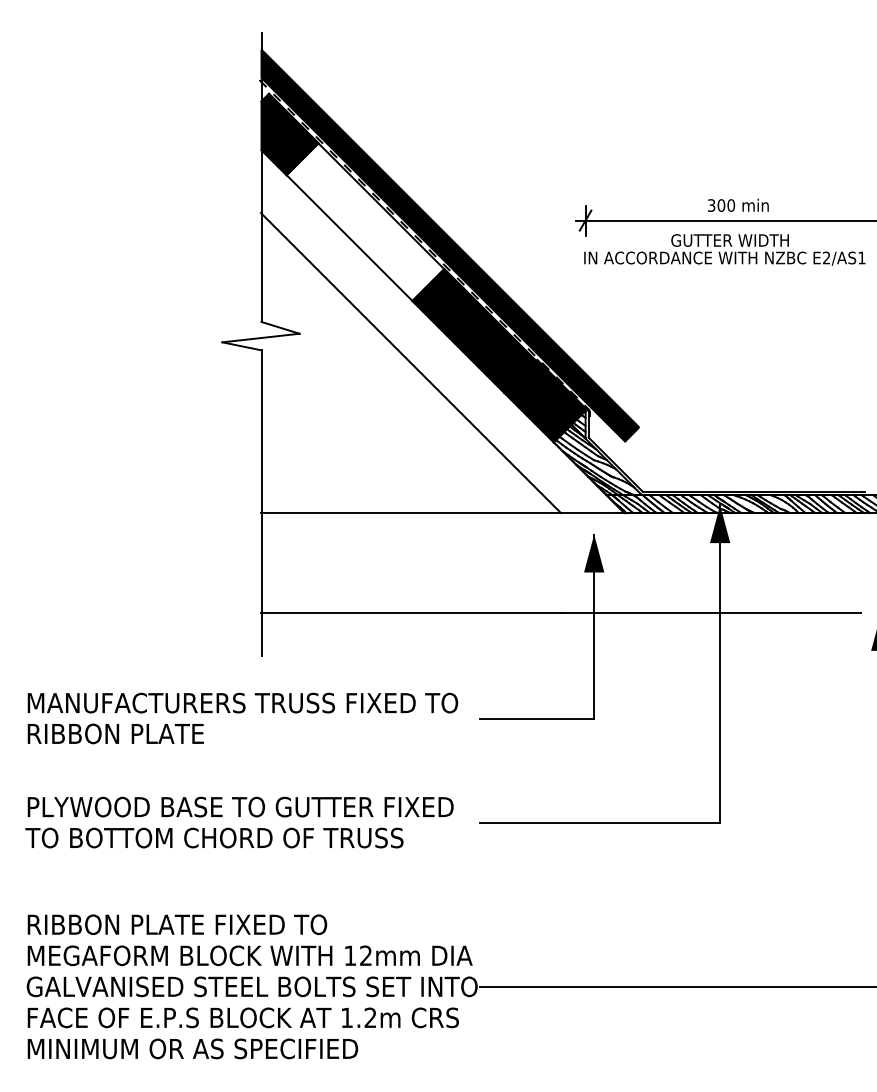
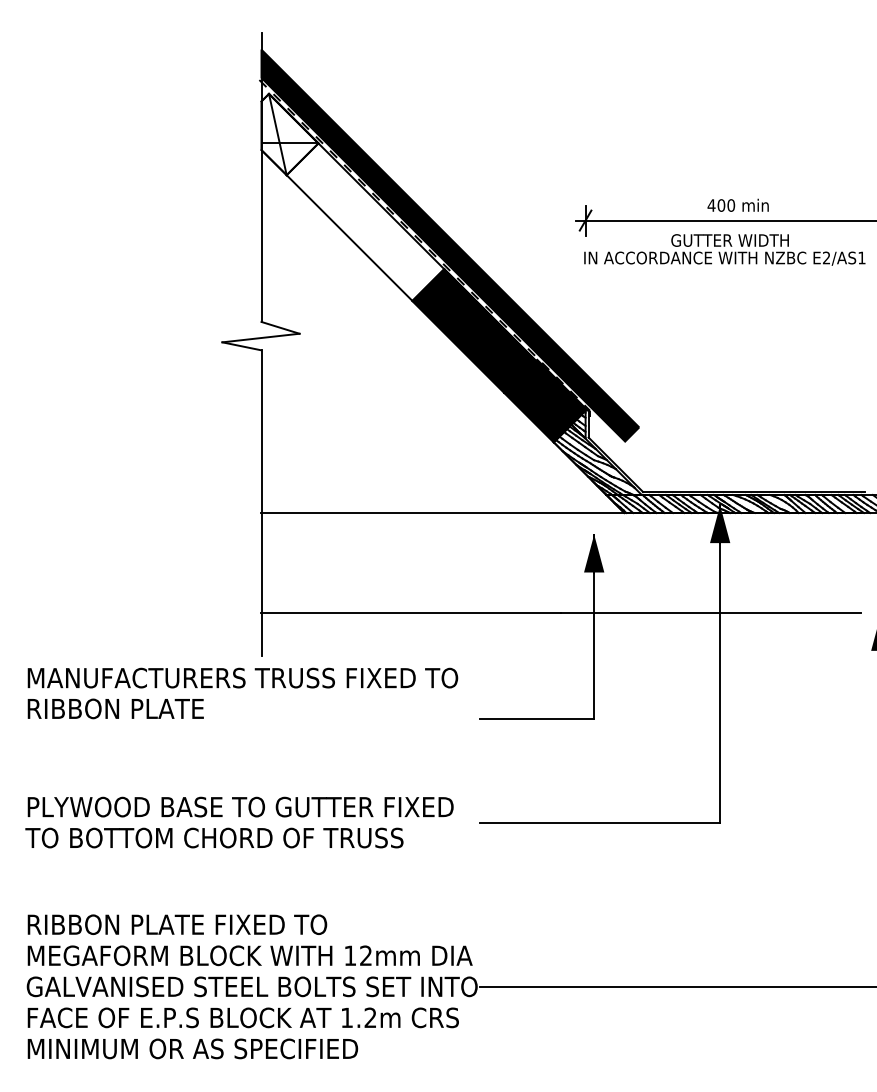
fill at (289, 134): present -> none
text at (711, 205): 300 -> 400
line at (410, 362): present -> none
text at (242, 718) position: (242, 718) -> (242, 693)
